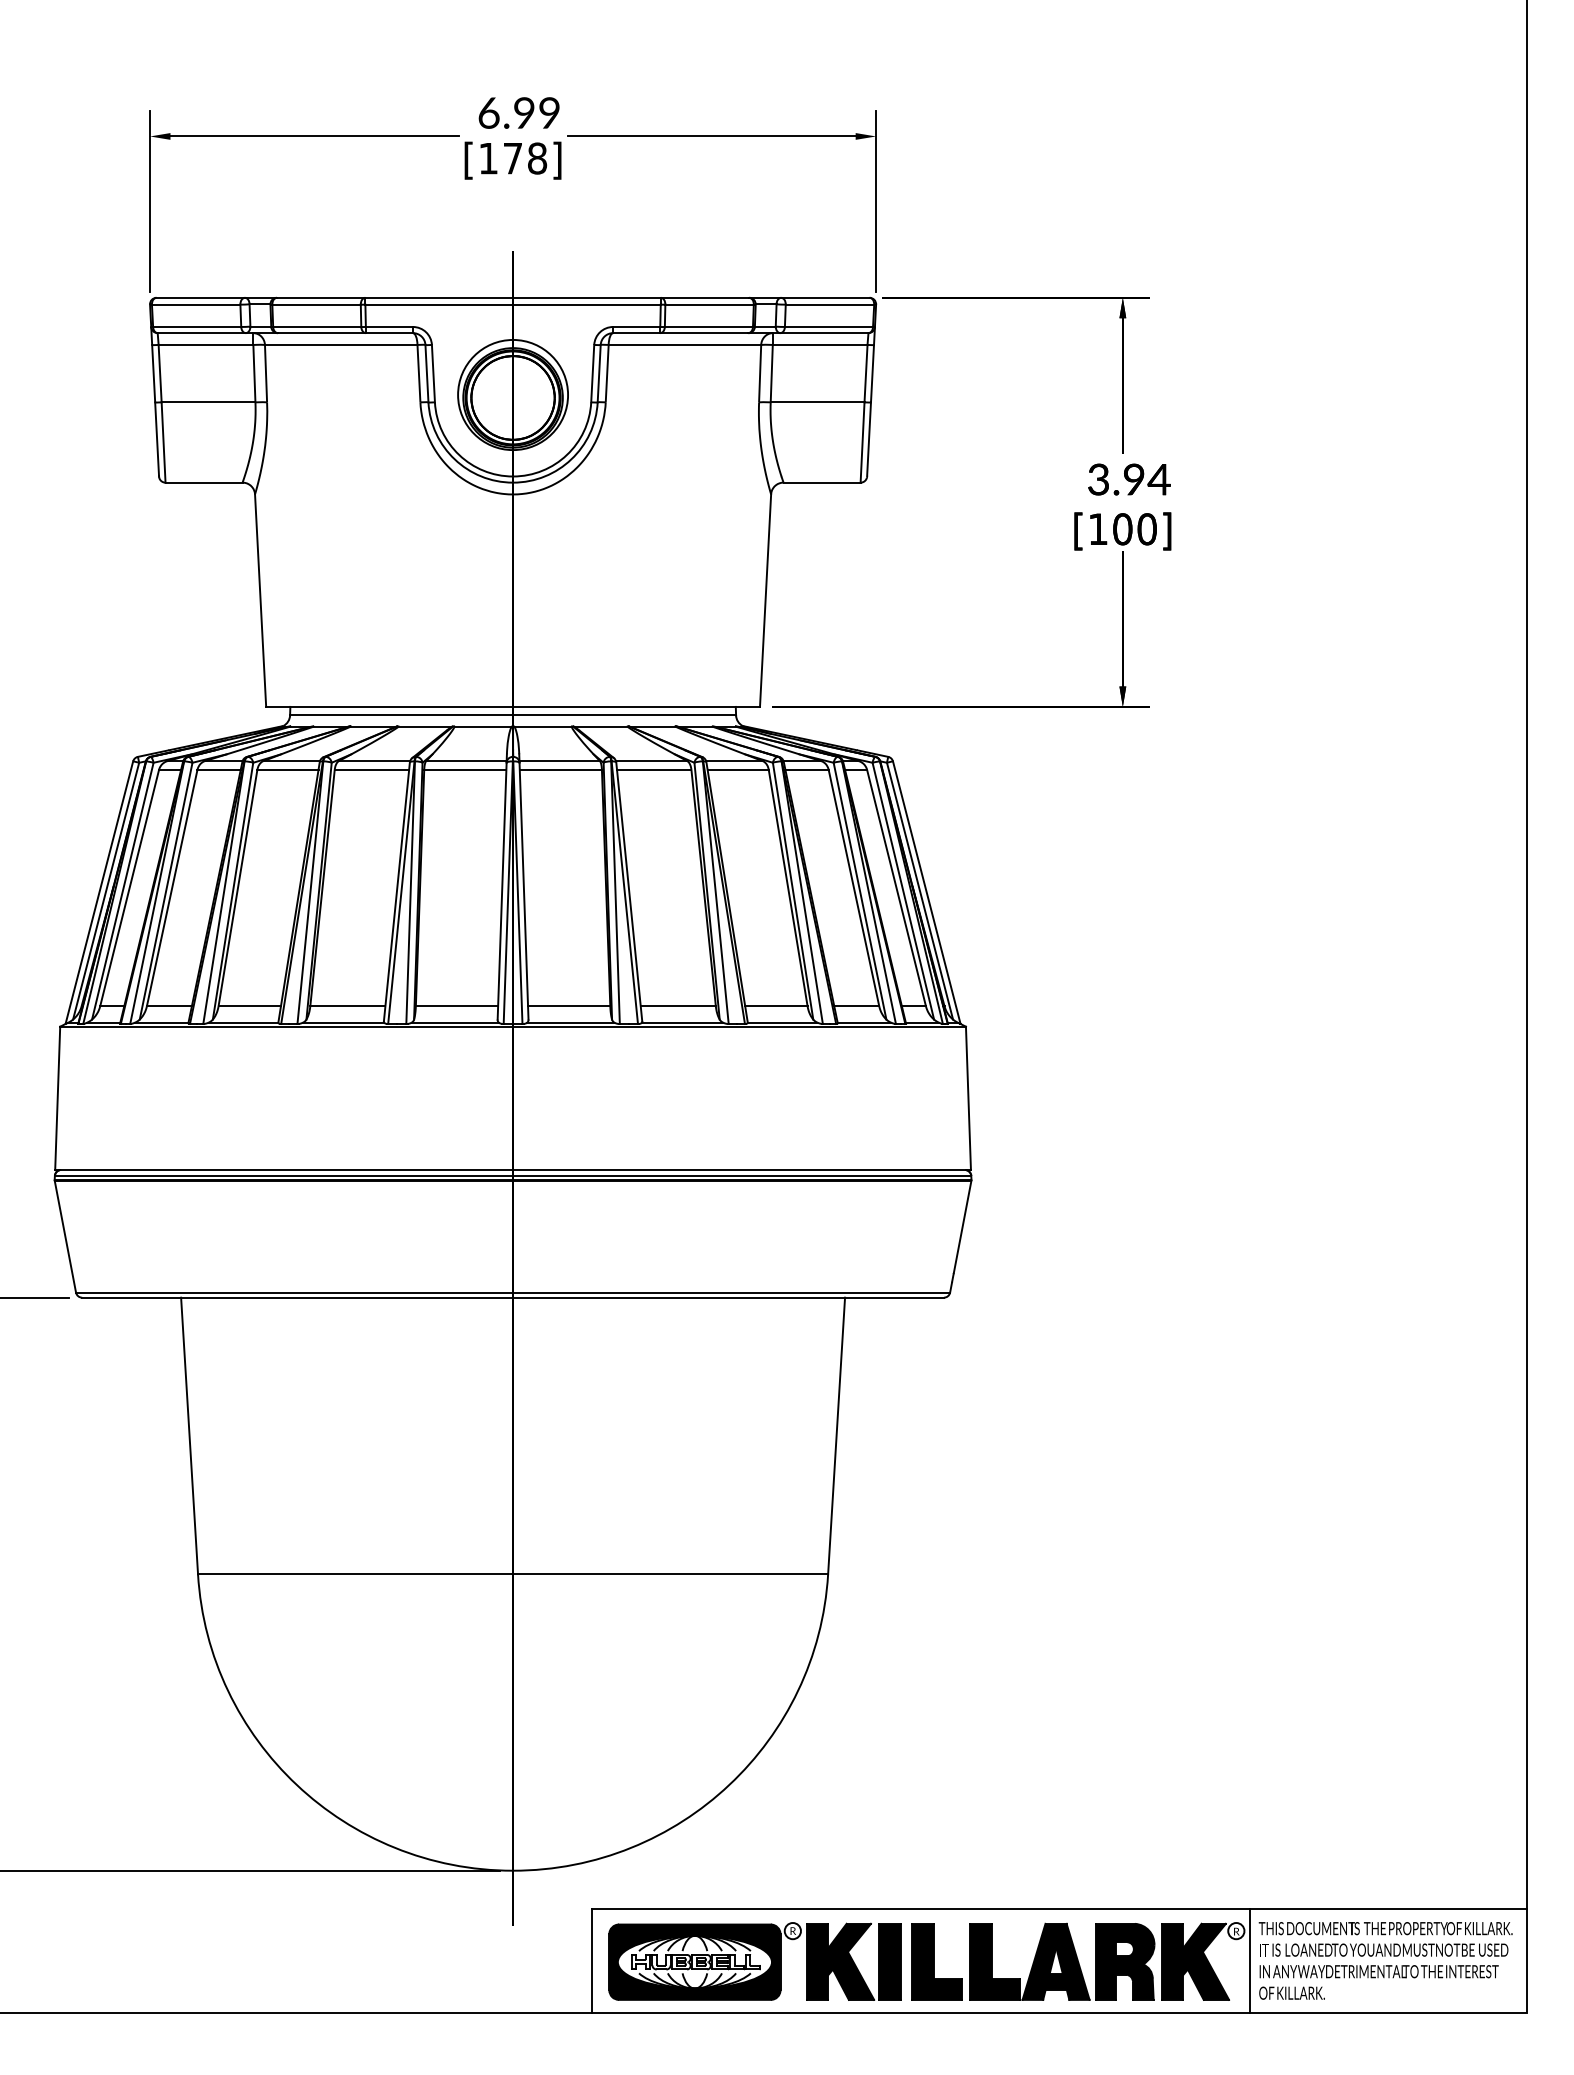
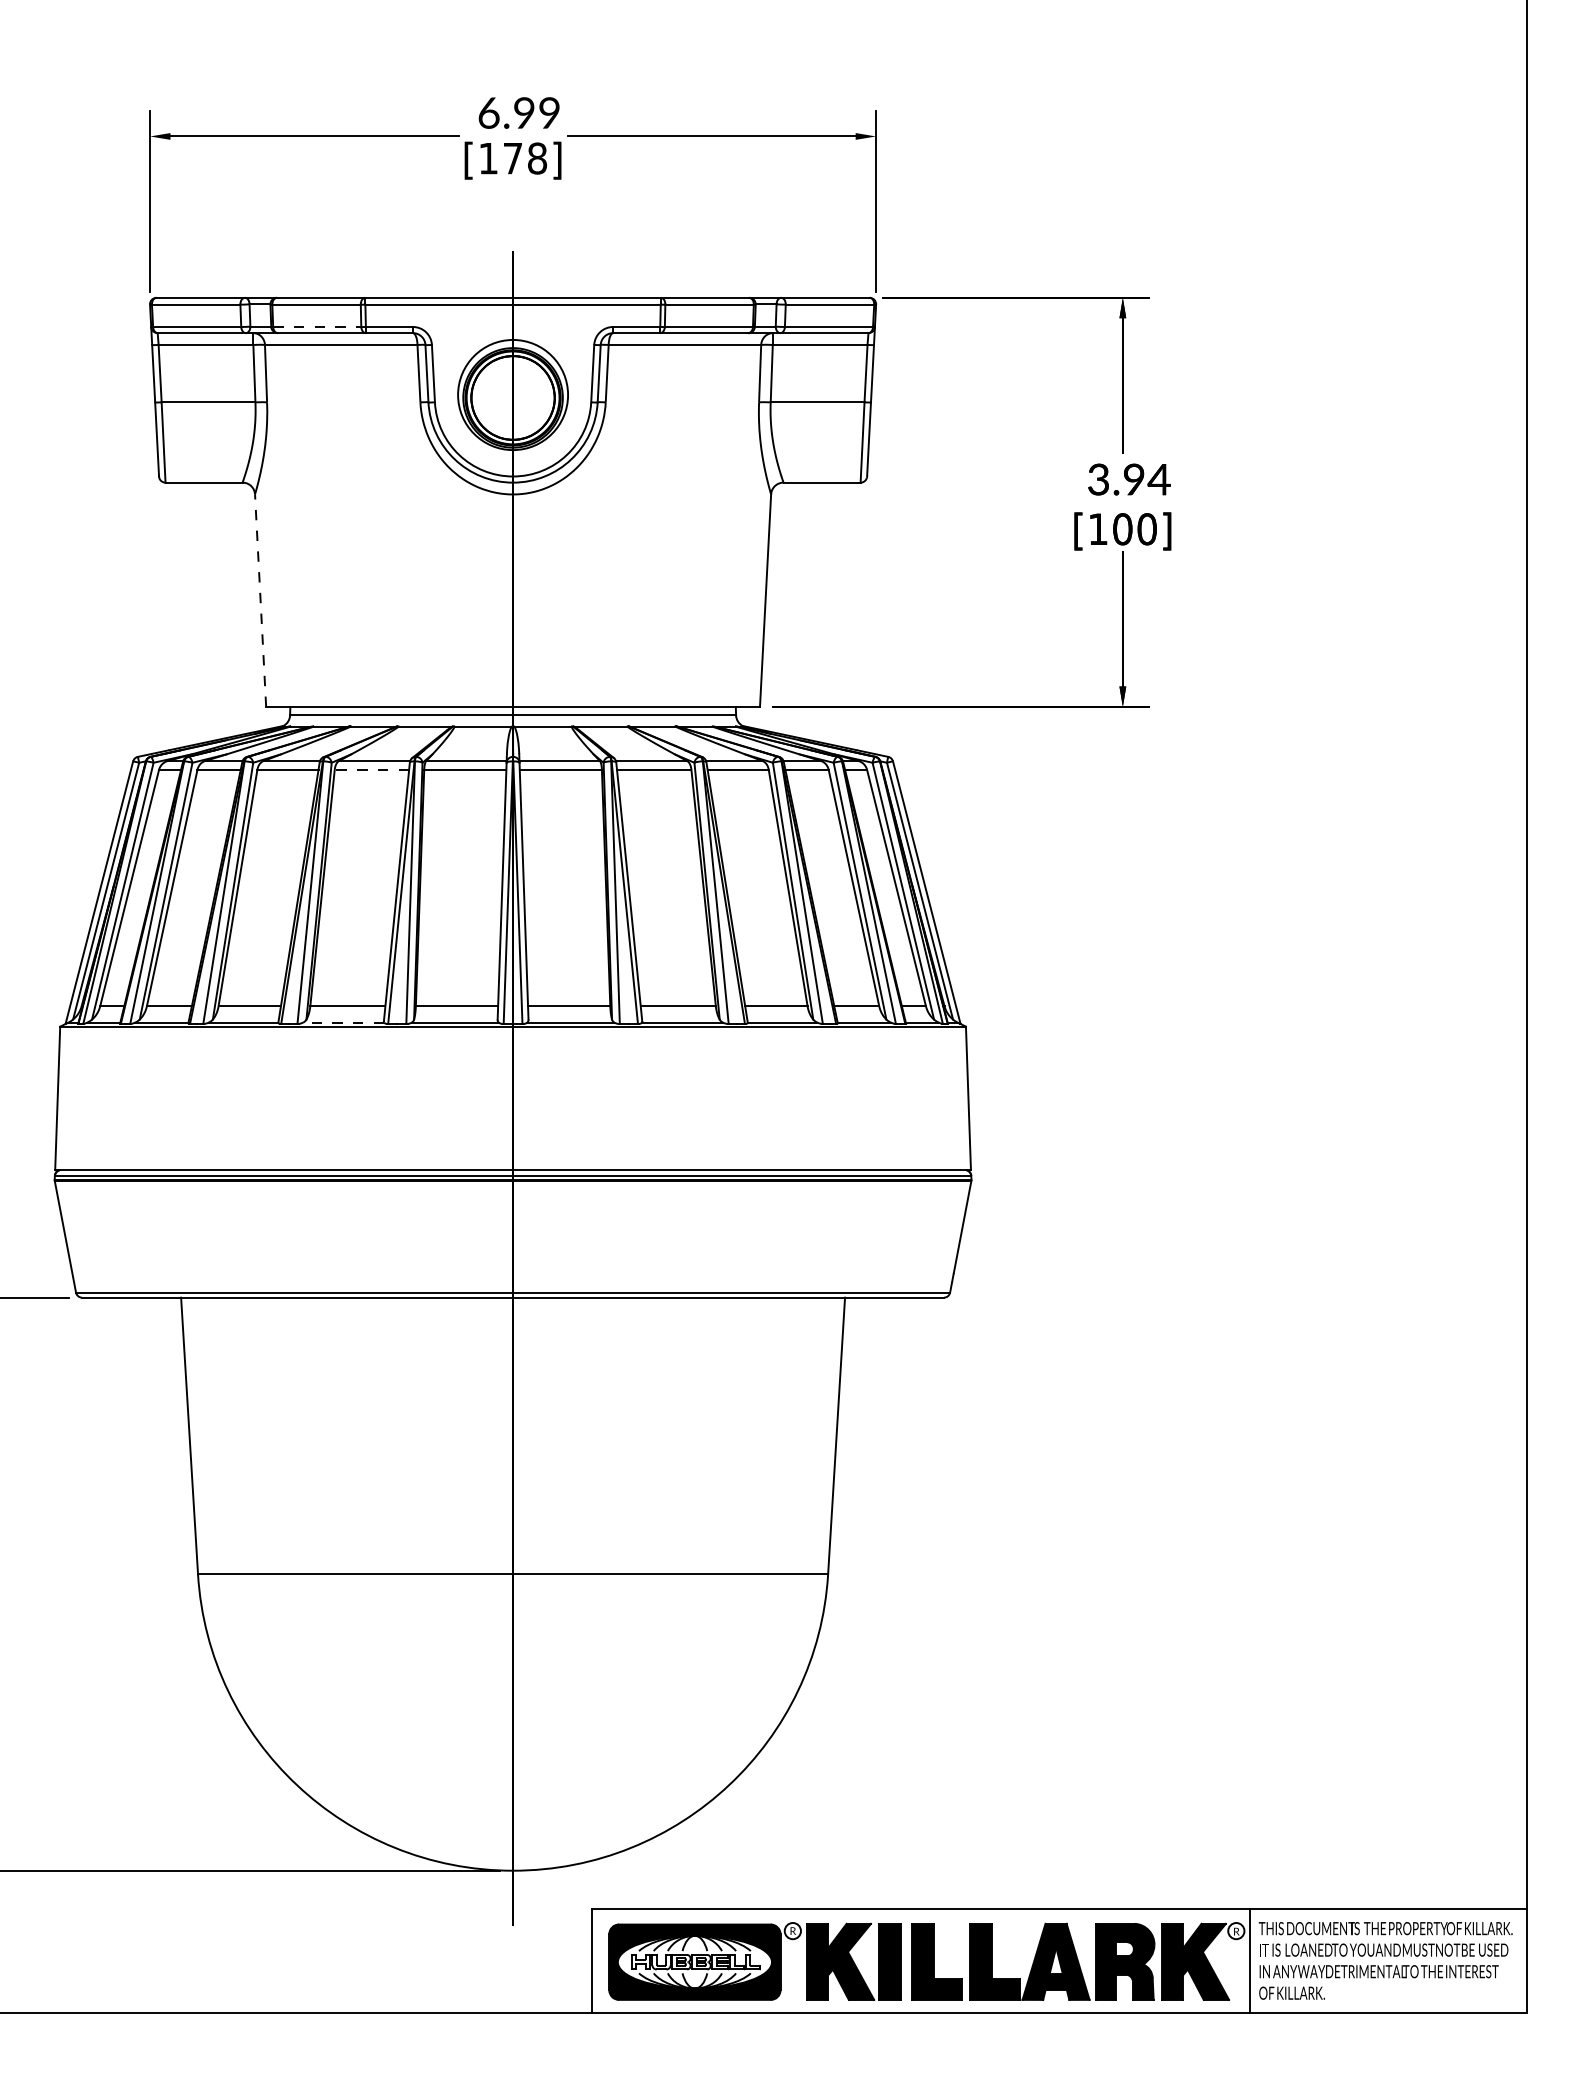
line at (317, 327): solid -> dashed
line at (260, 600): solid -> dashed
line at (371, 769): solid -> dashed
line at (343, 1022): solid -> dashed
